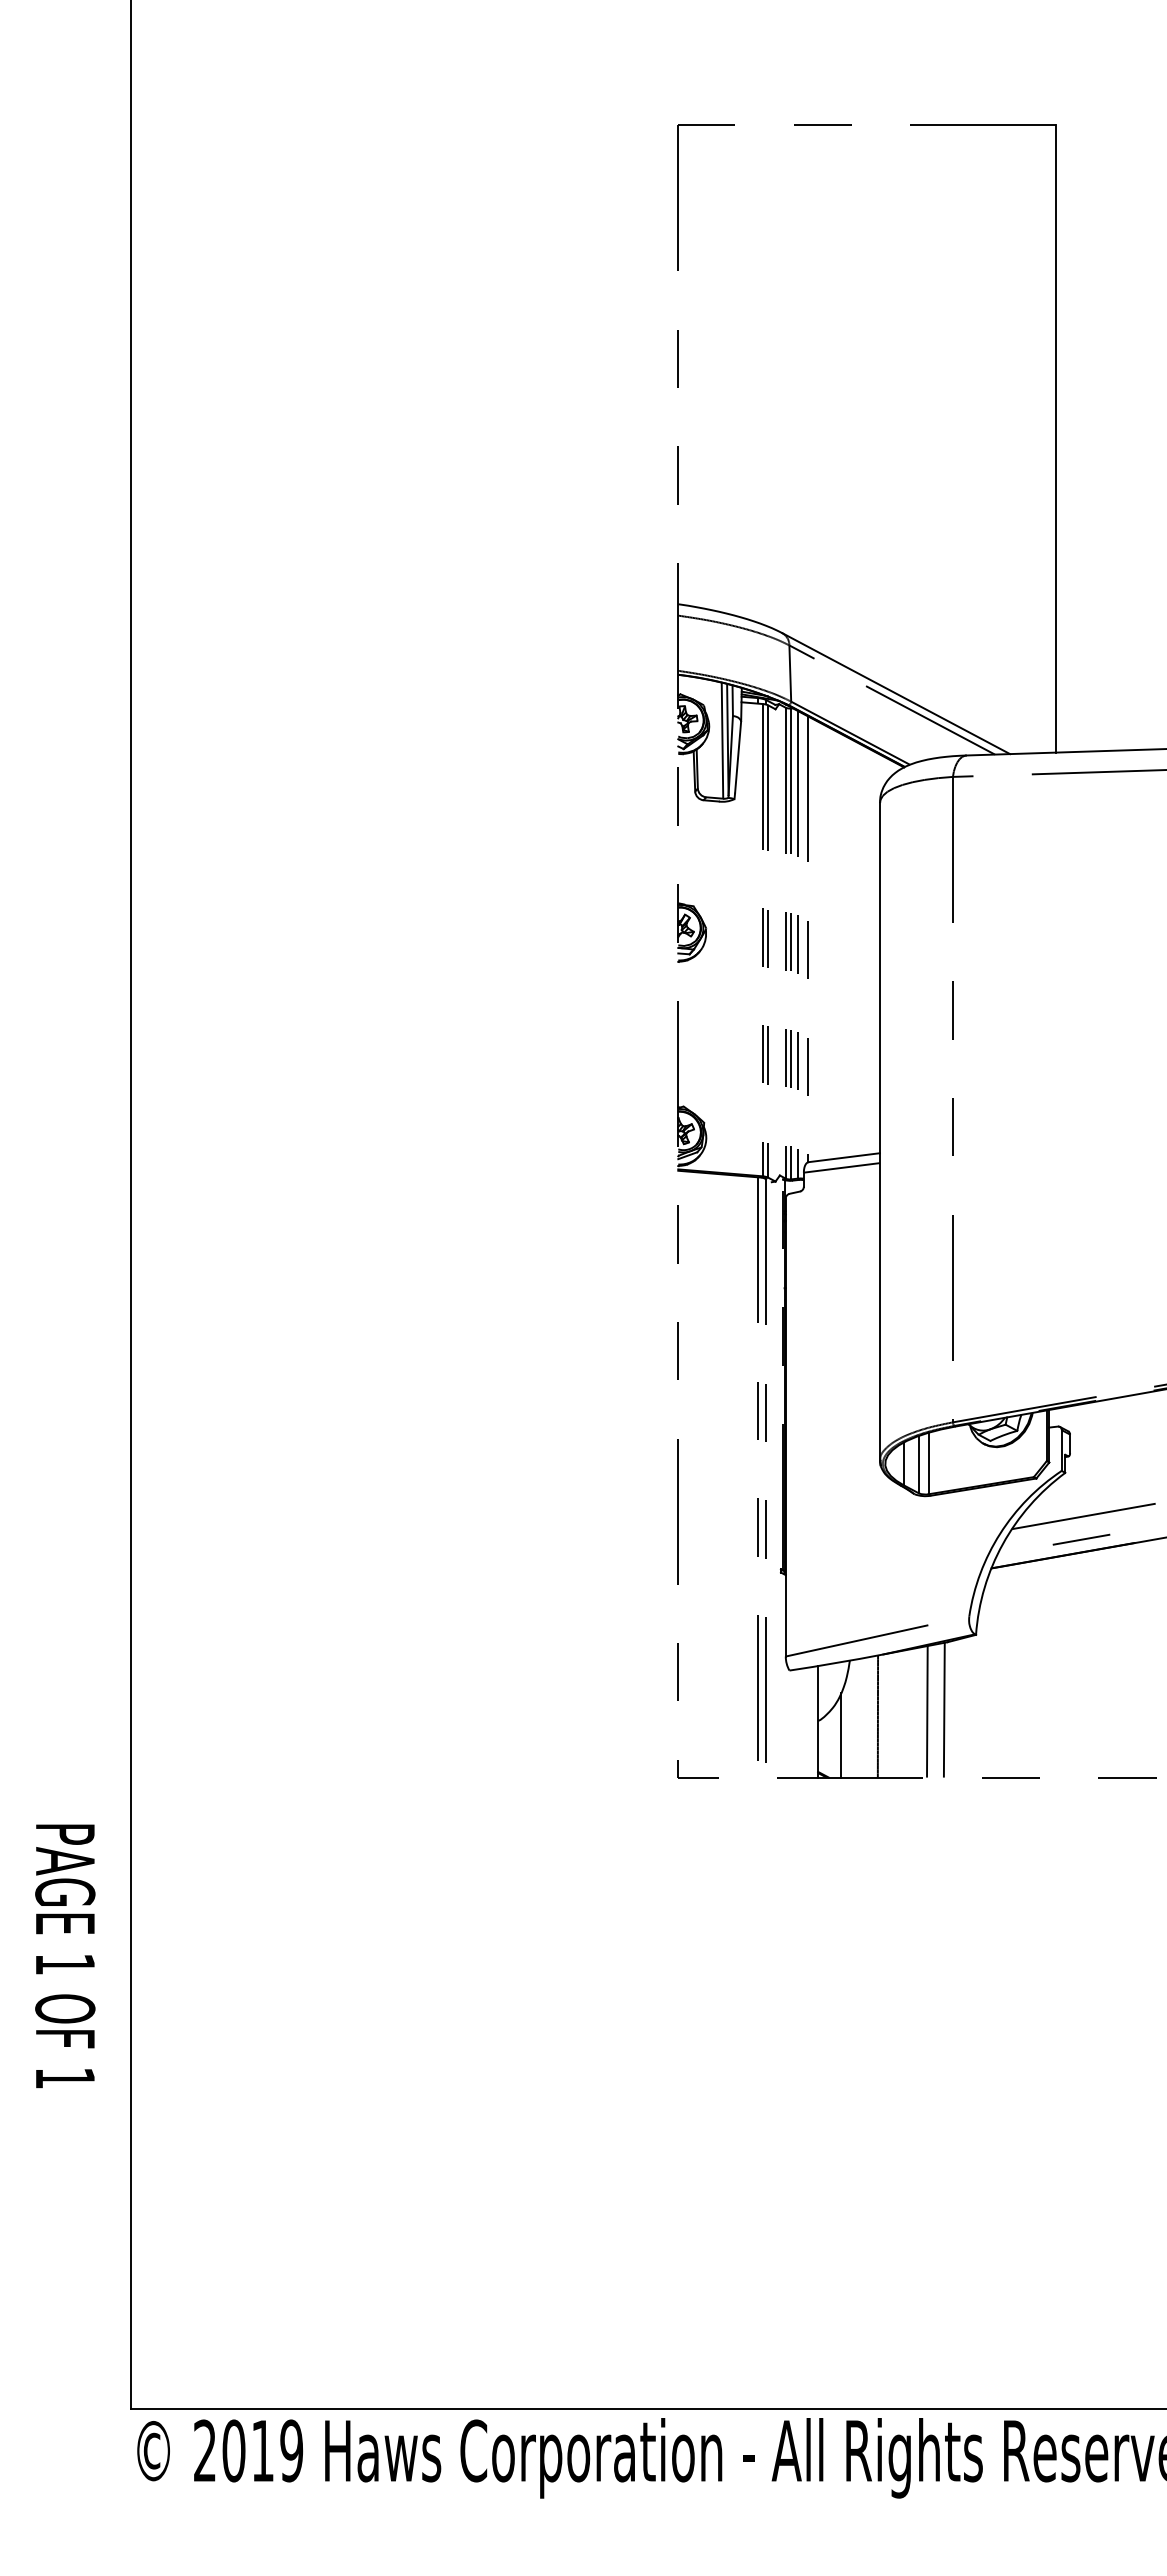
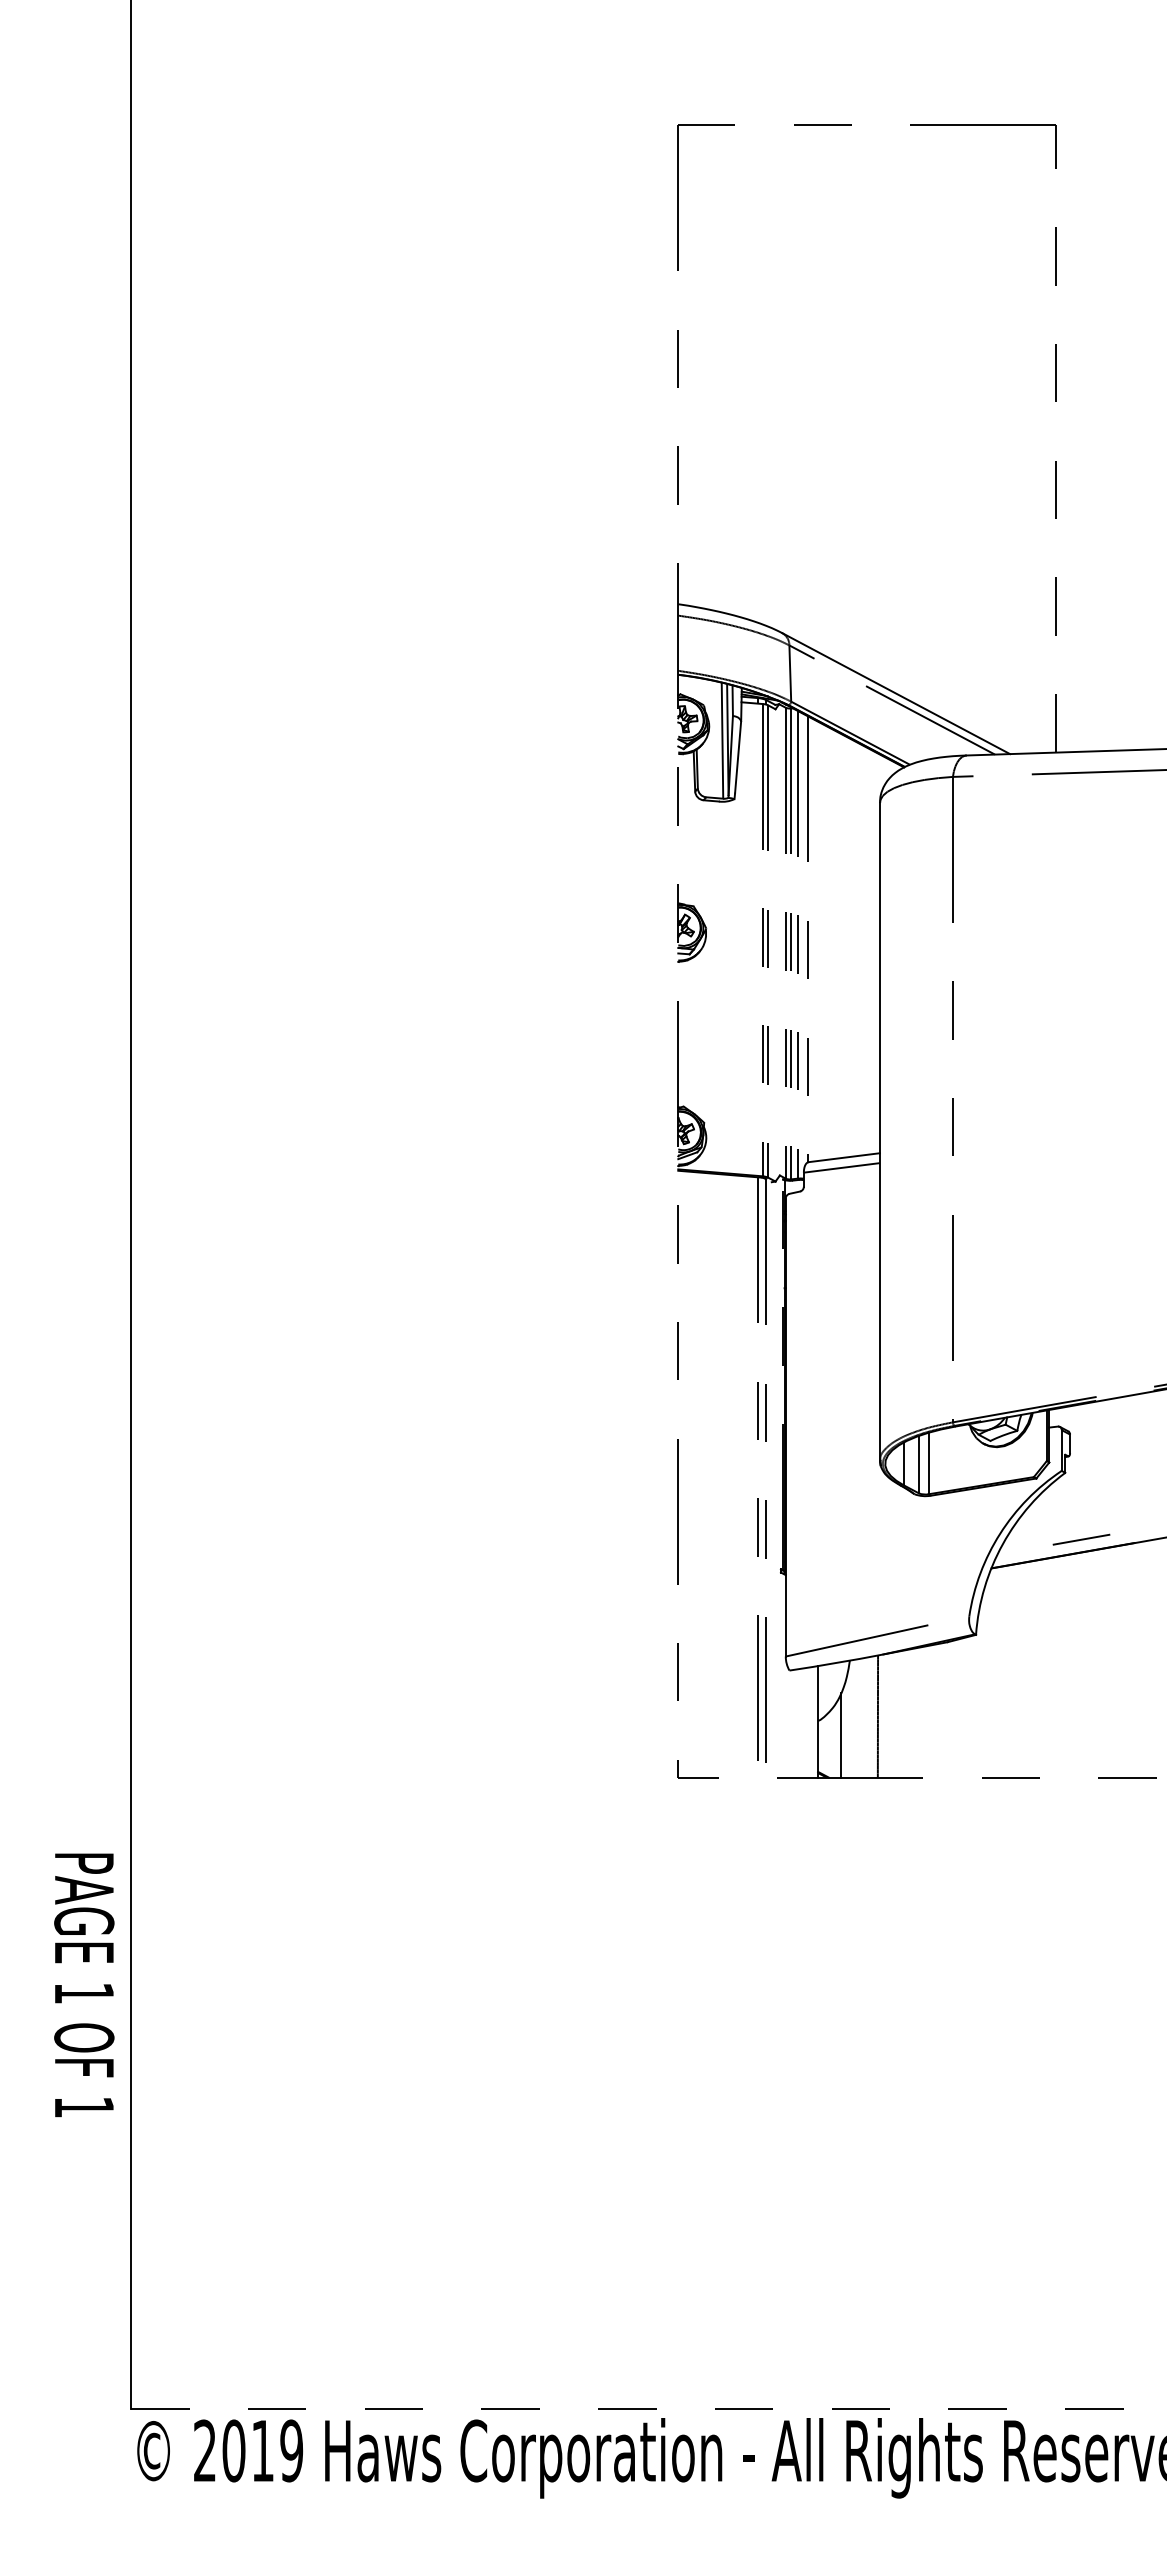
line at (1056, 438): solid -> dashed
line at (1087, 1515): present -> none
line at (943, 1709): present -> none
line at (927, 1711): present -> none
text at (65, 1956) position: (65, 1956) -> (84, 1985)
line at (648, 2408): solid -> dashed
